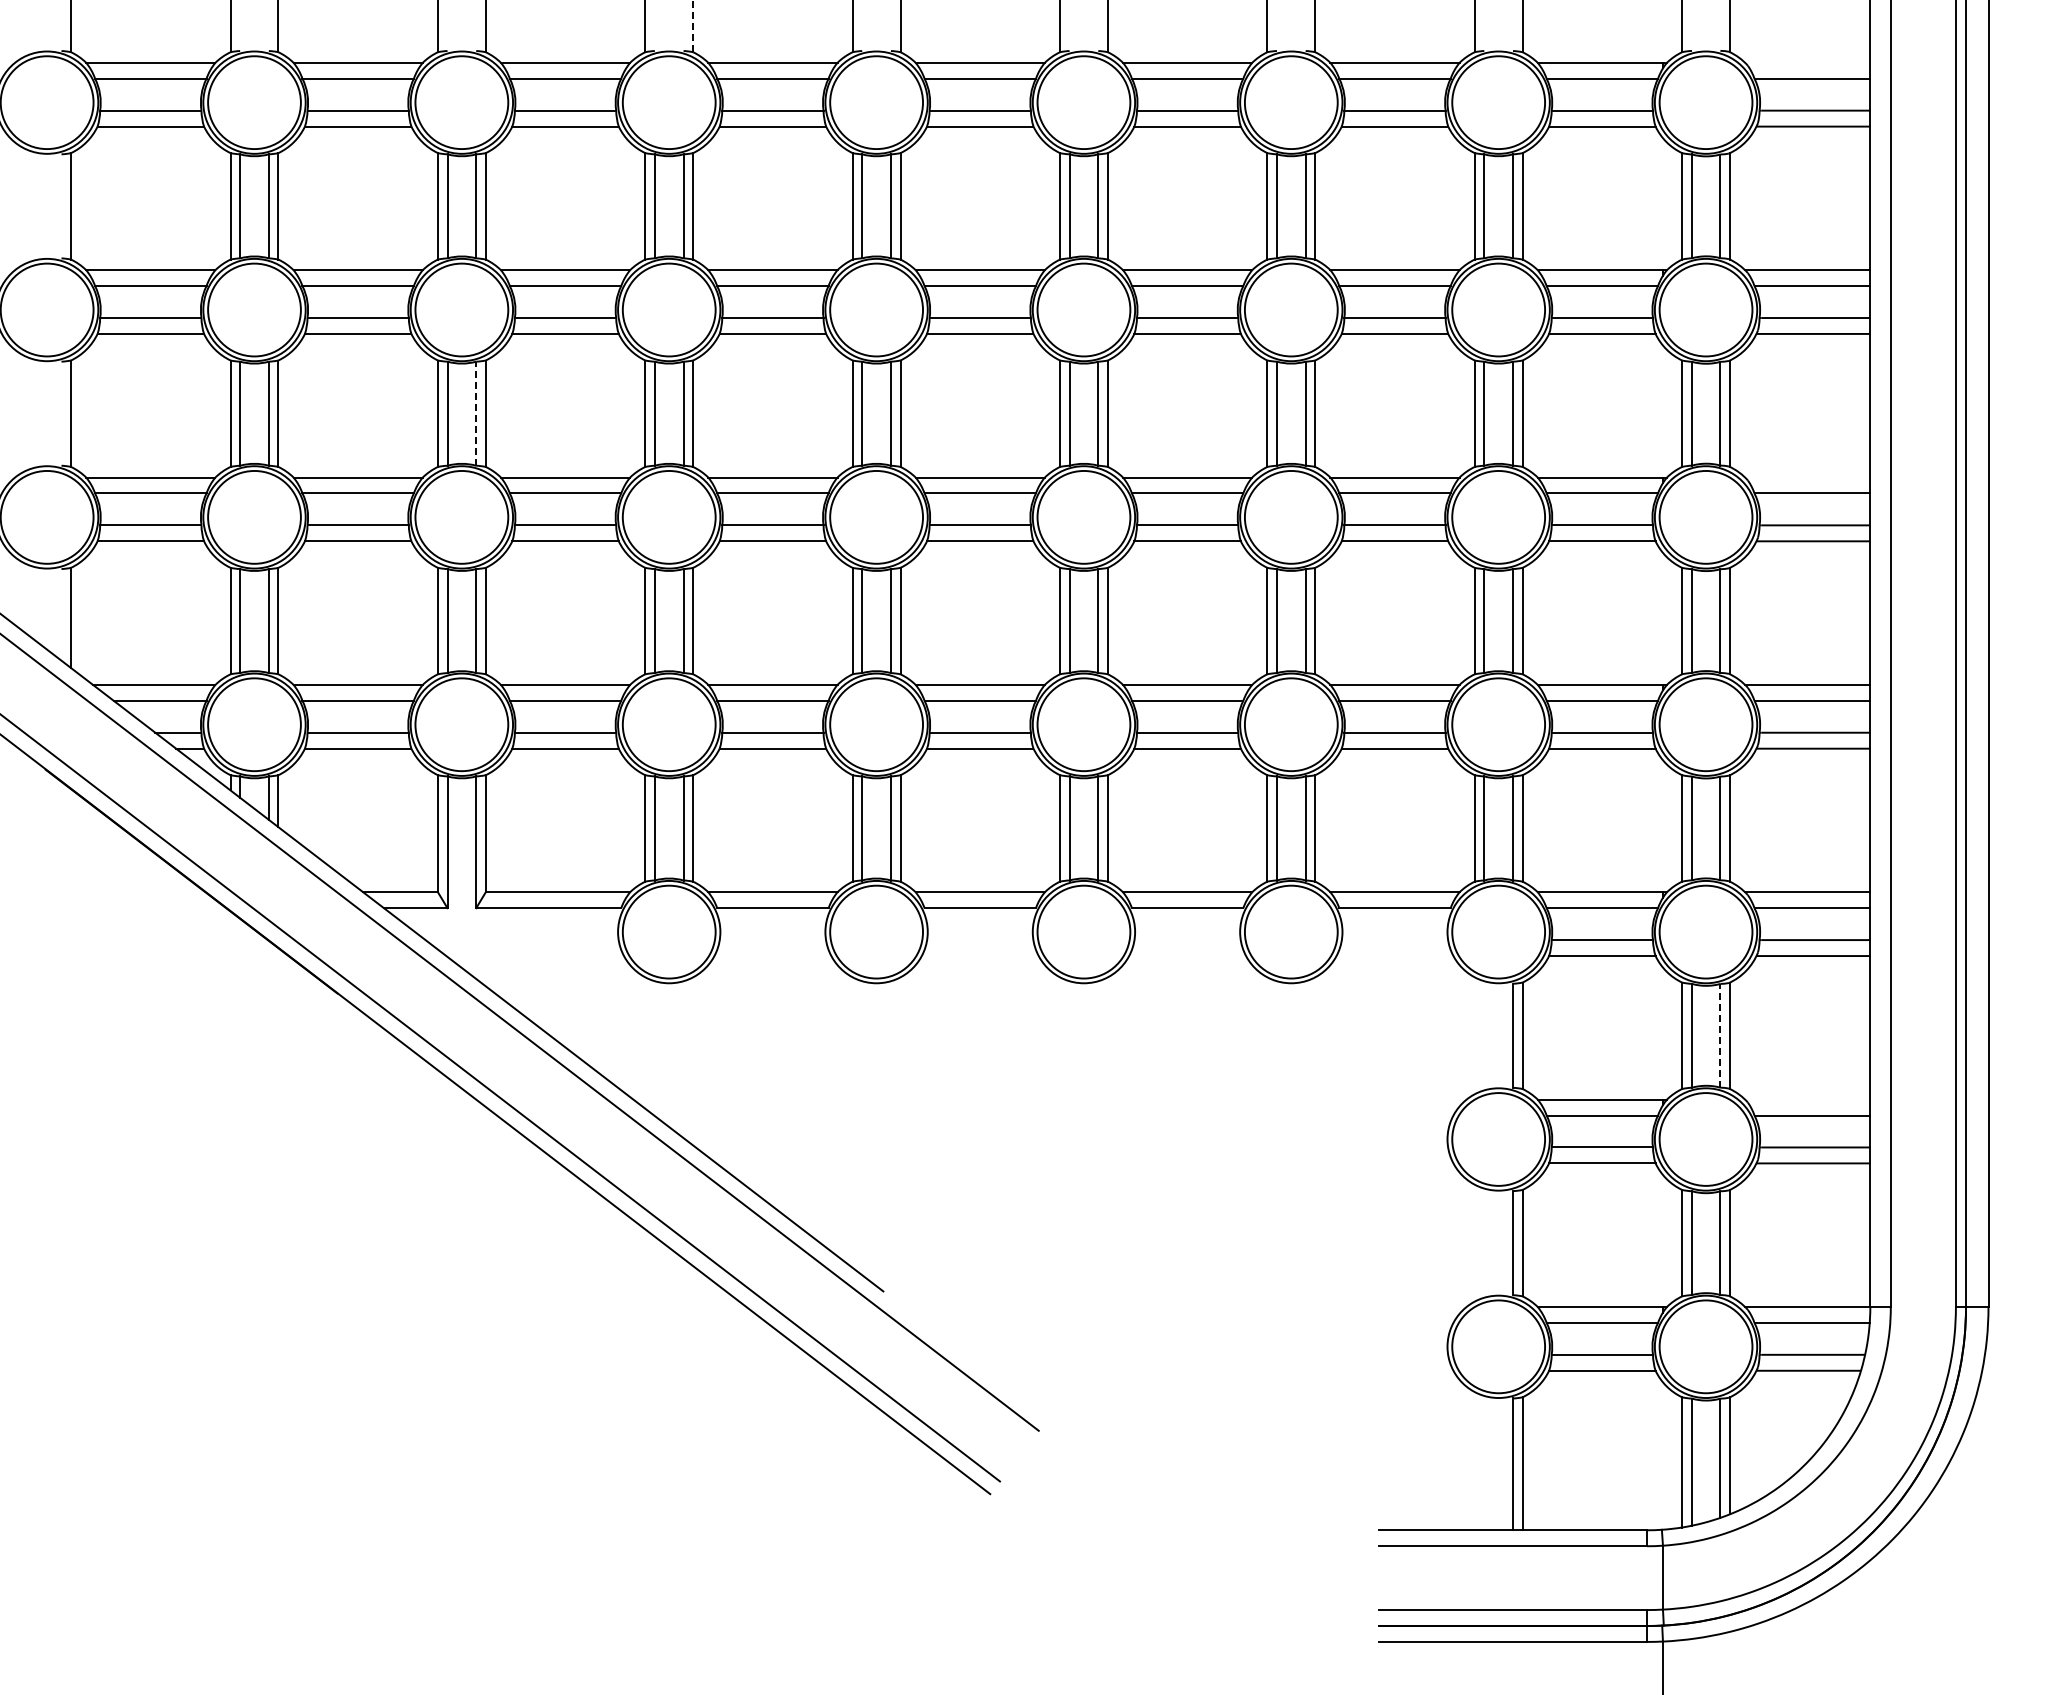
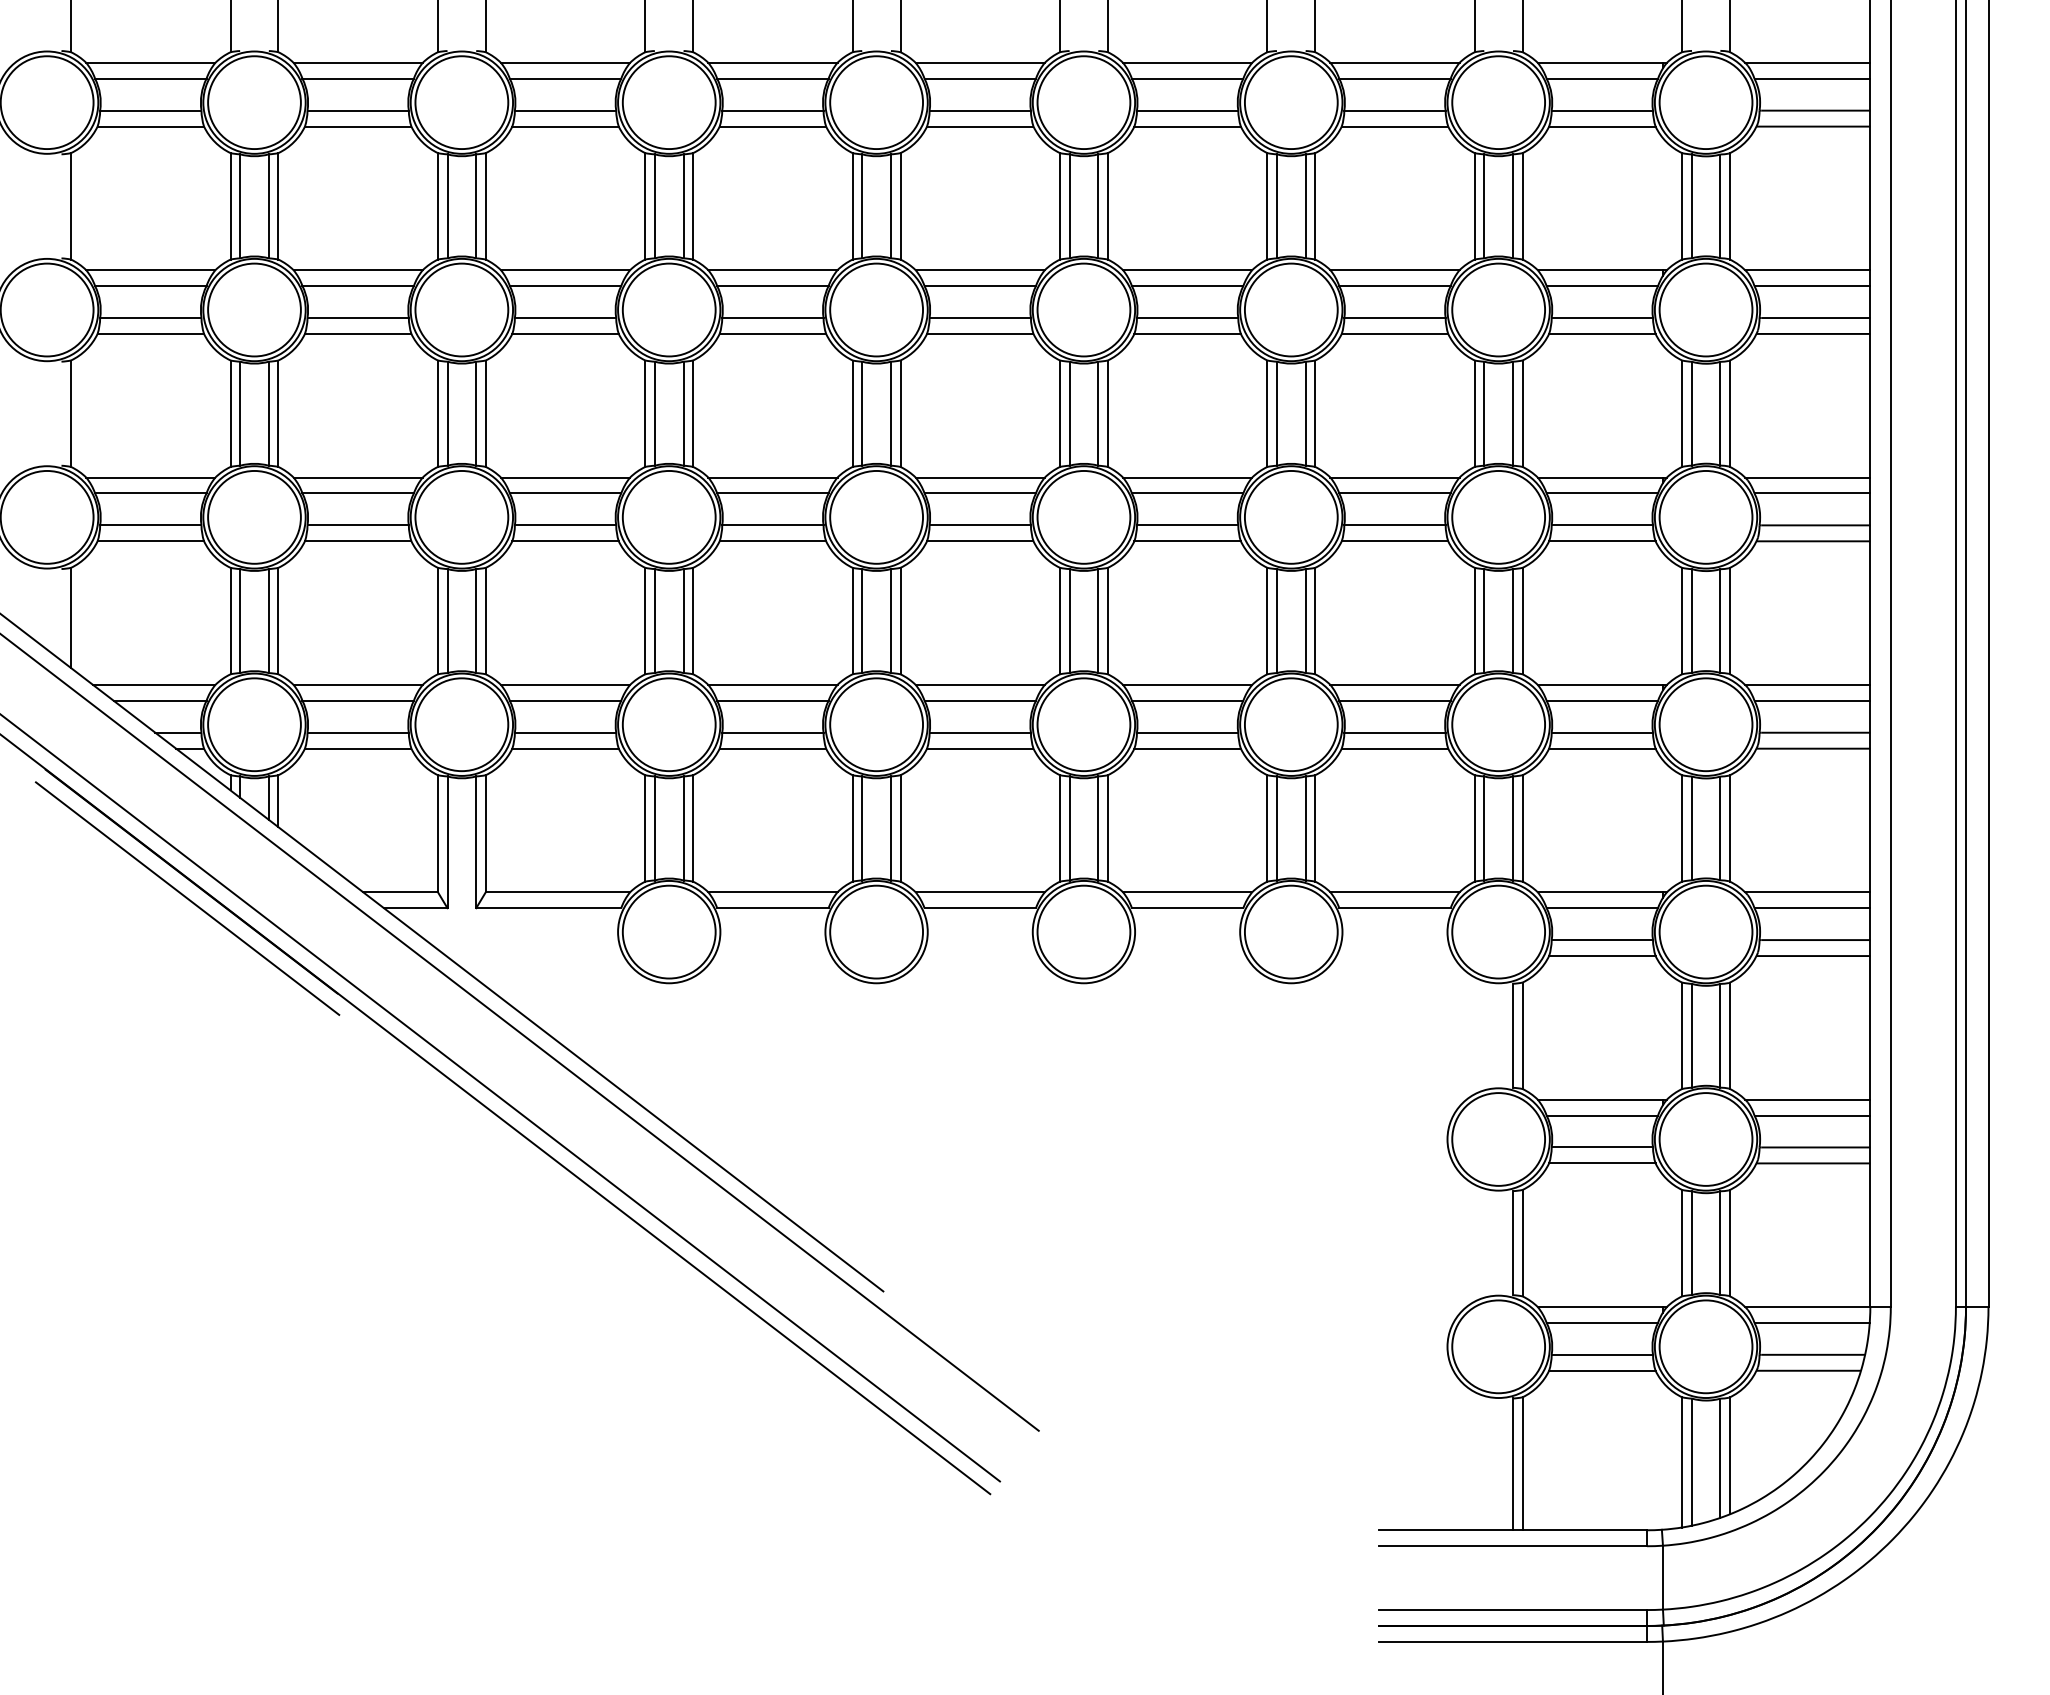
line at (693, 26): dashed -> solid
line at (1807, 62): none -> present
line at (476, 413): dashed -> solid
line at (1807, 477): none -> present
line at (187, 898): none -> present
line at (1720, 1035): dashed -> solid
line at (1807, 1099): none -> present
